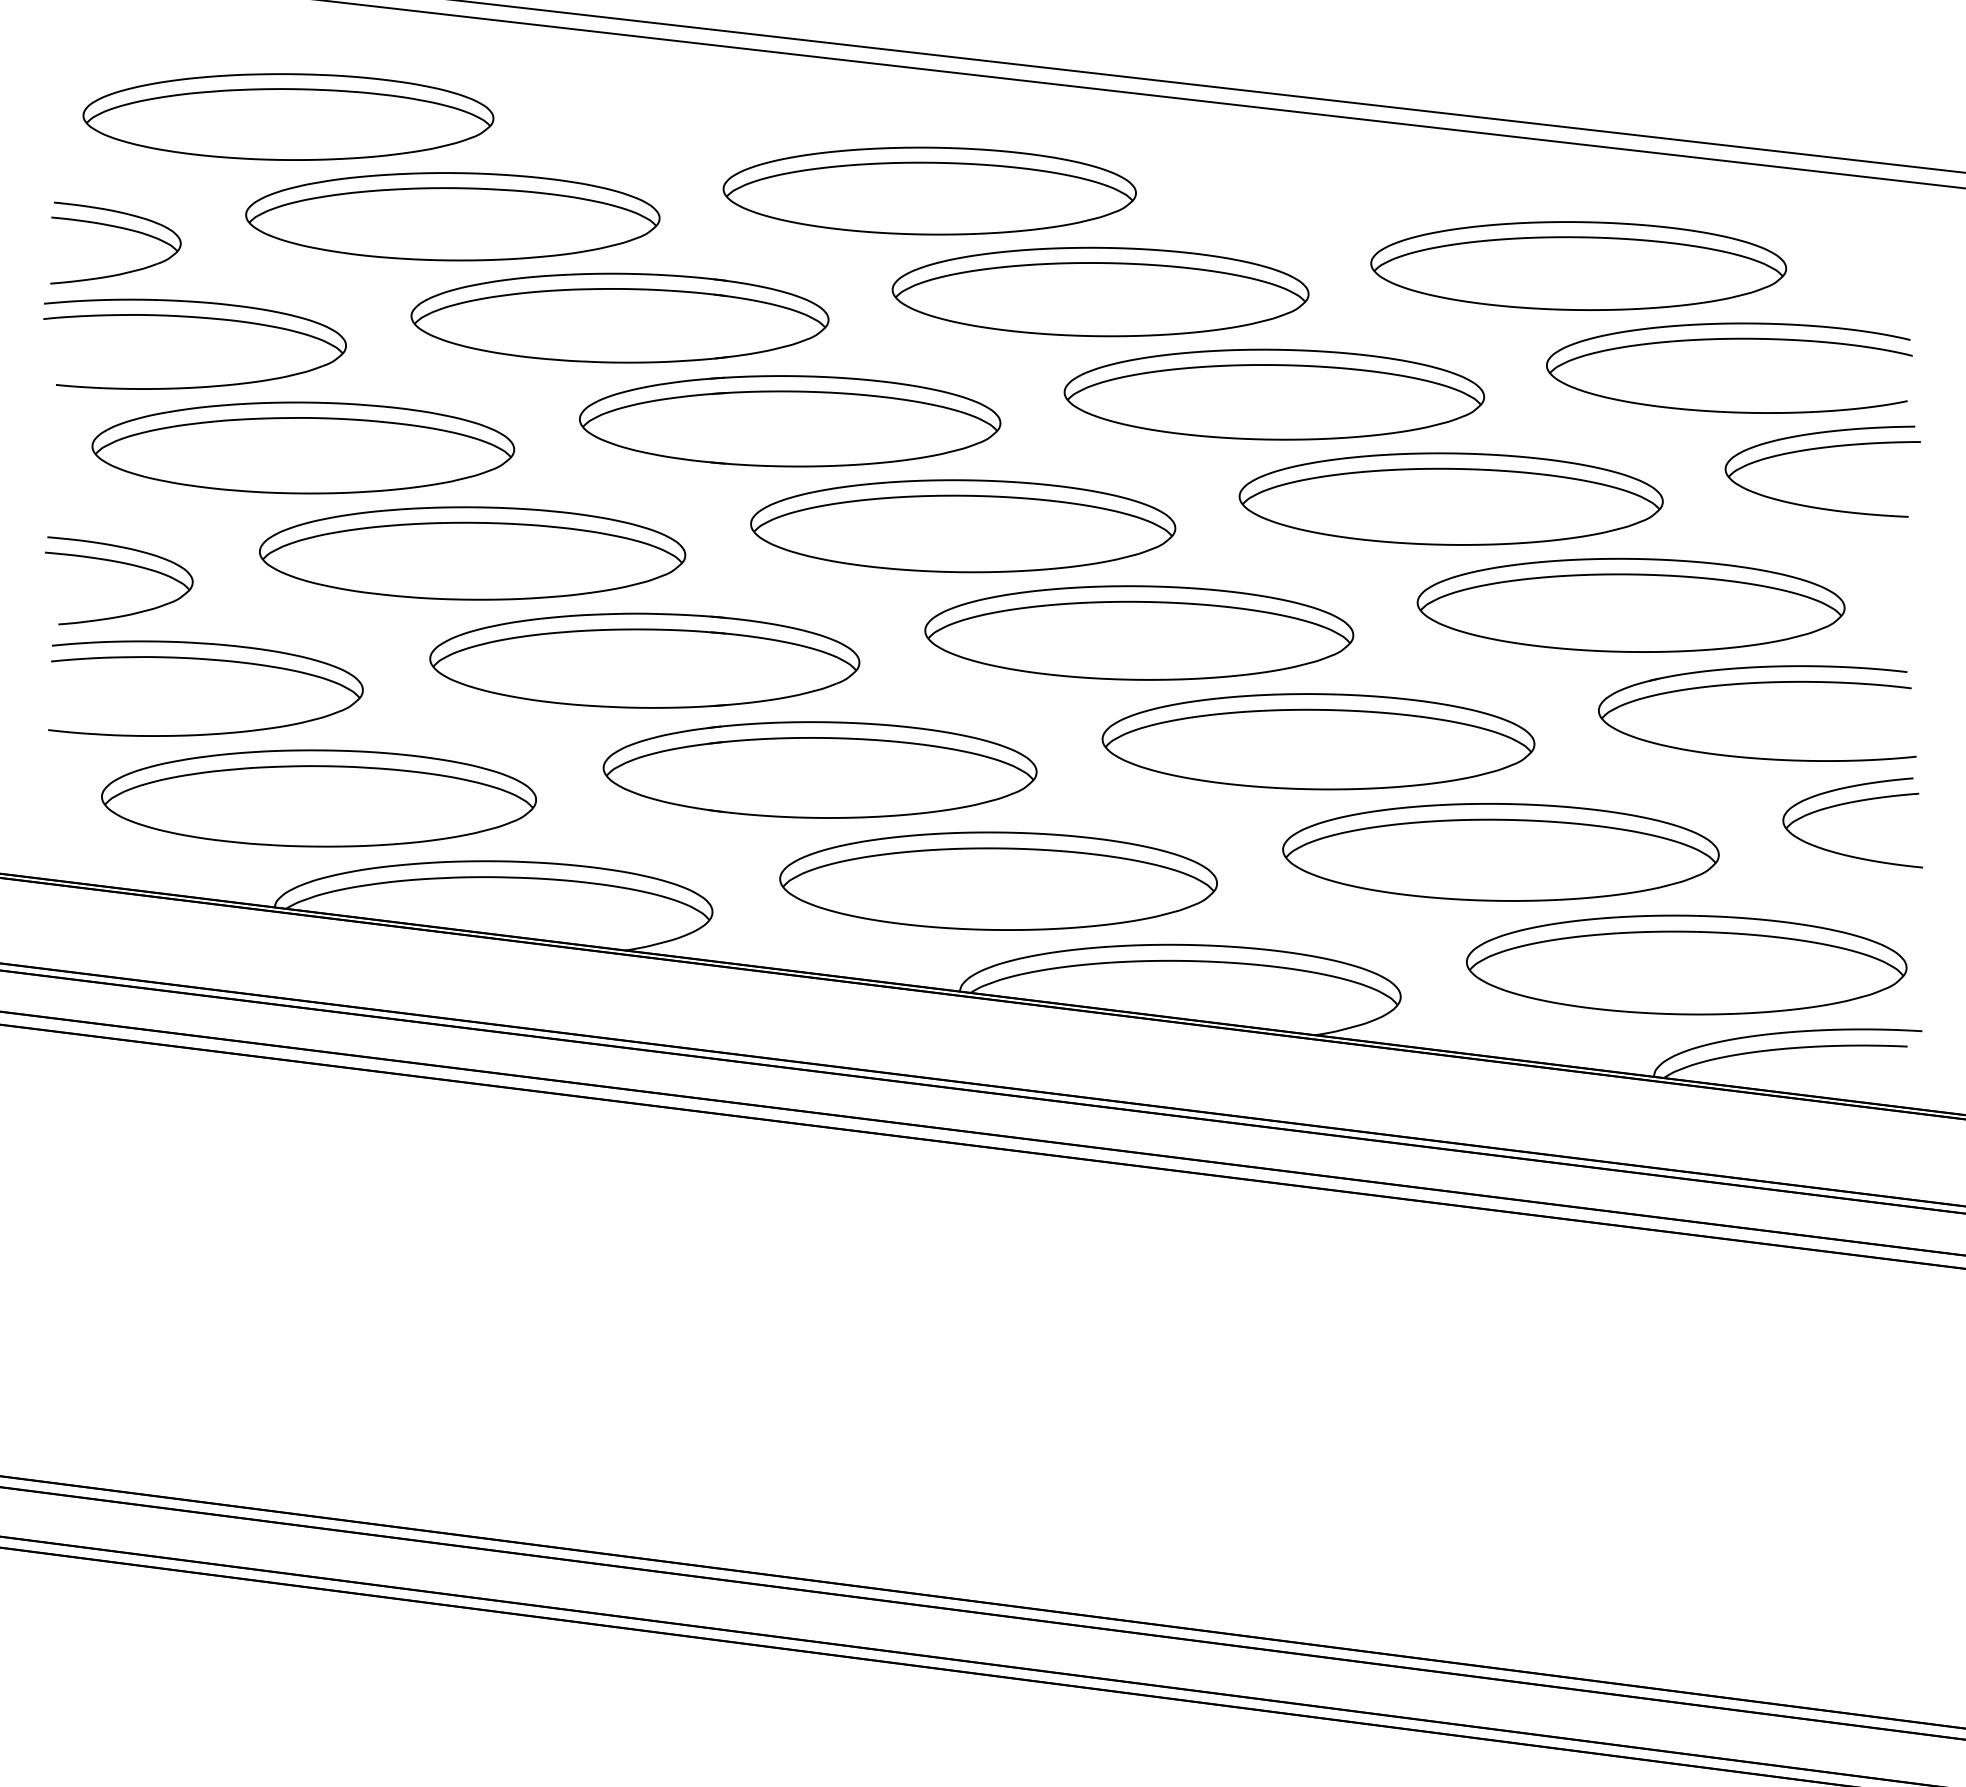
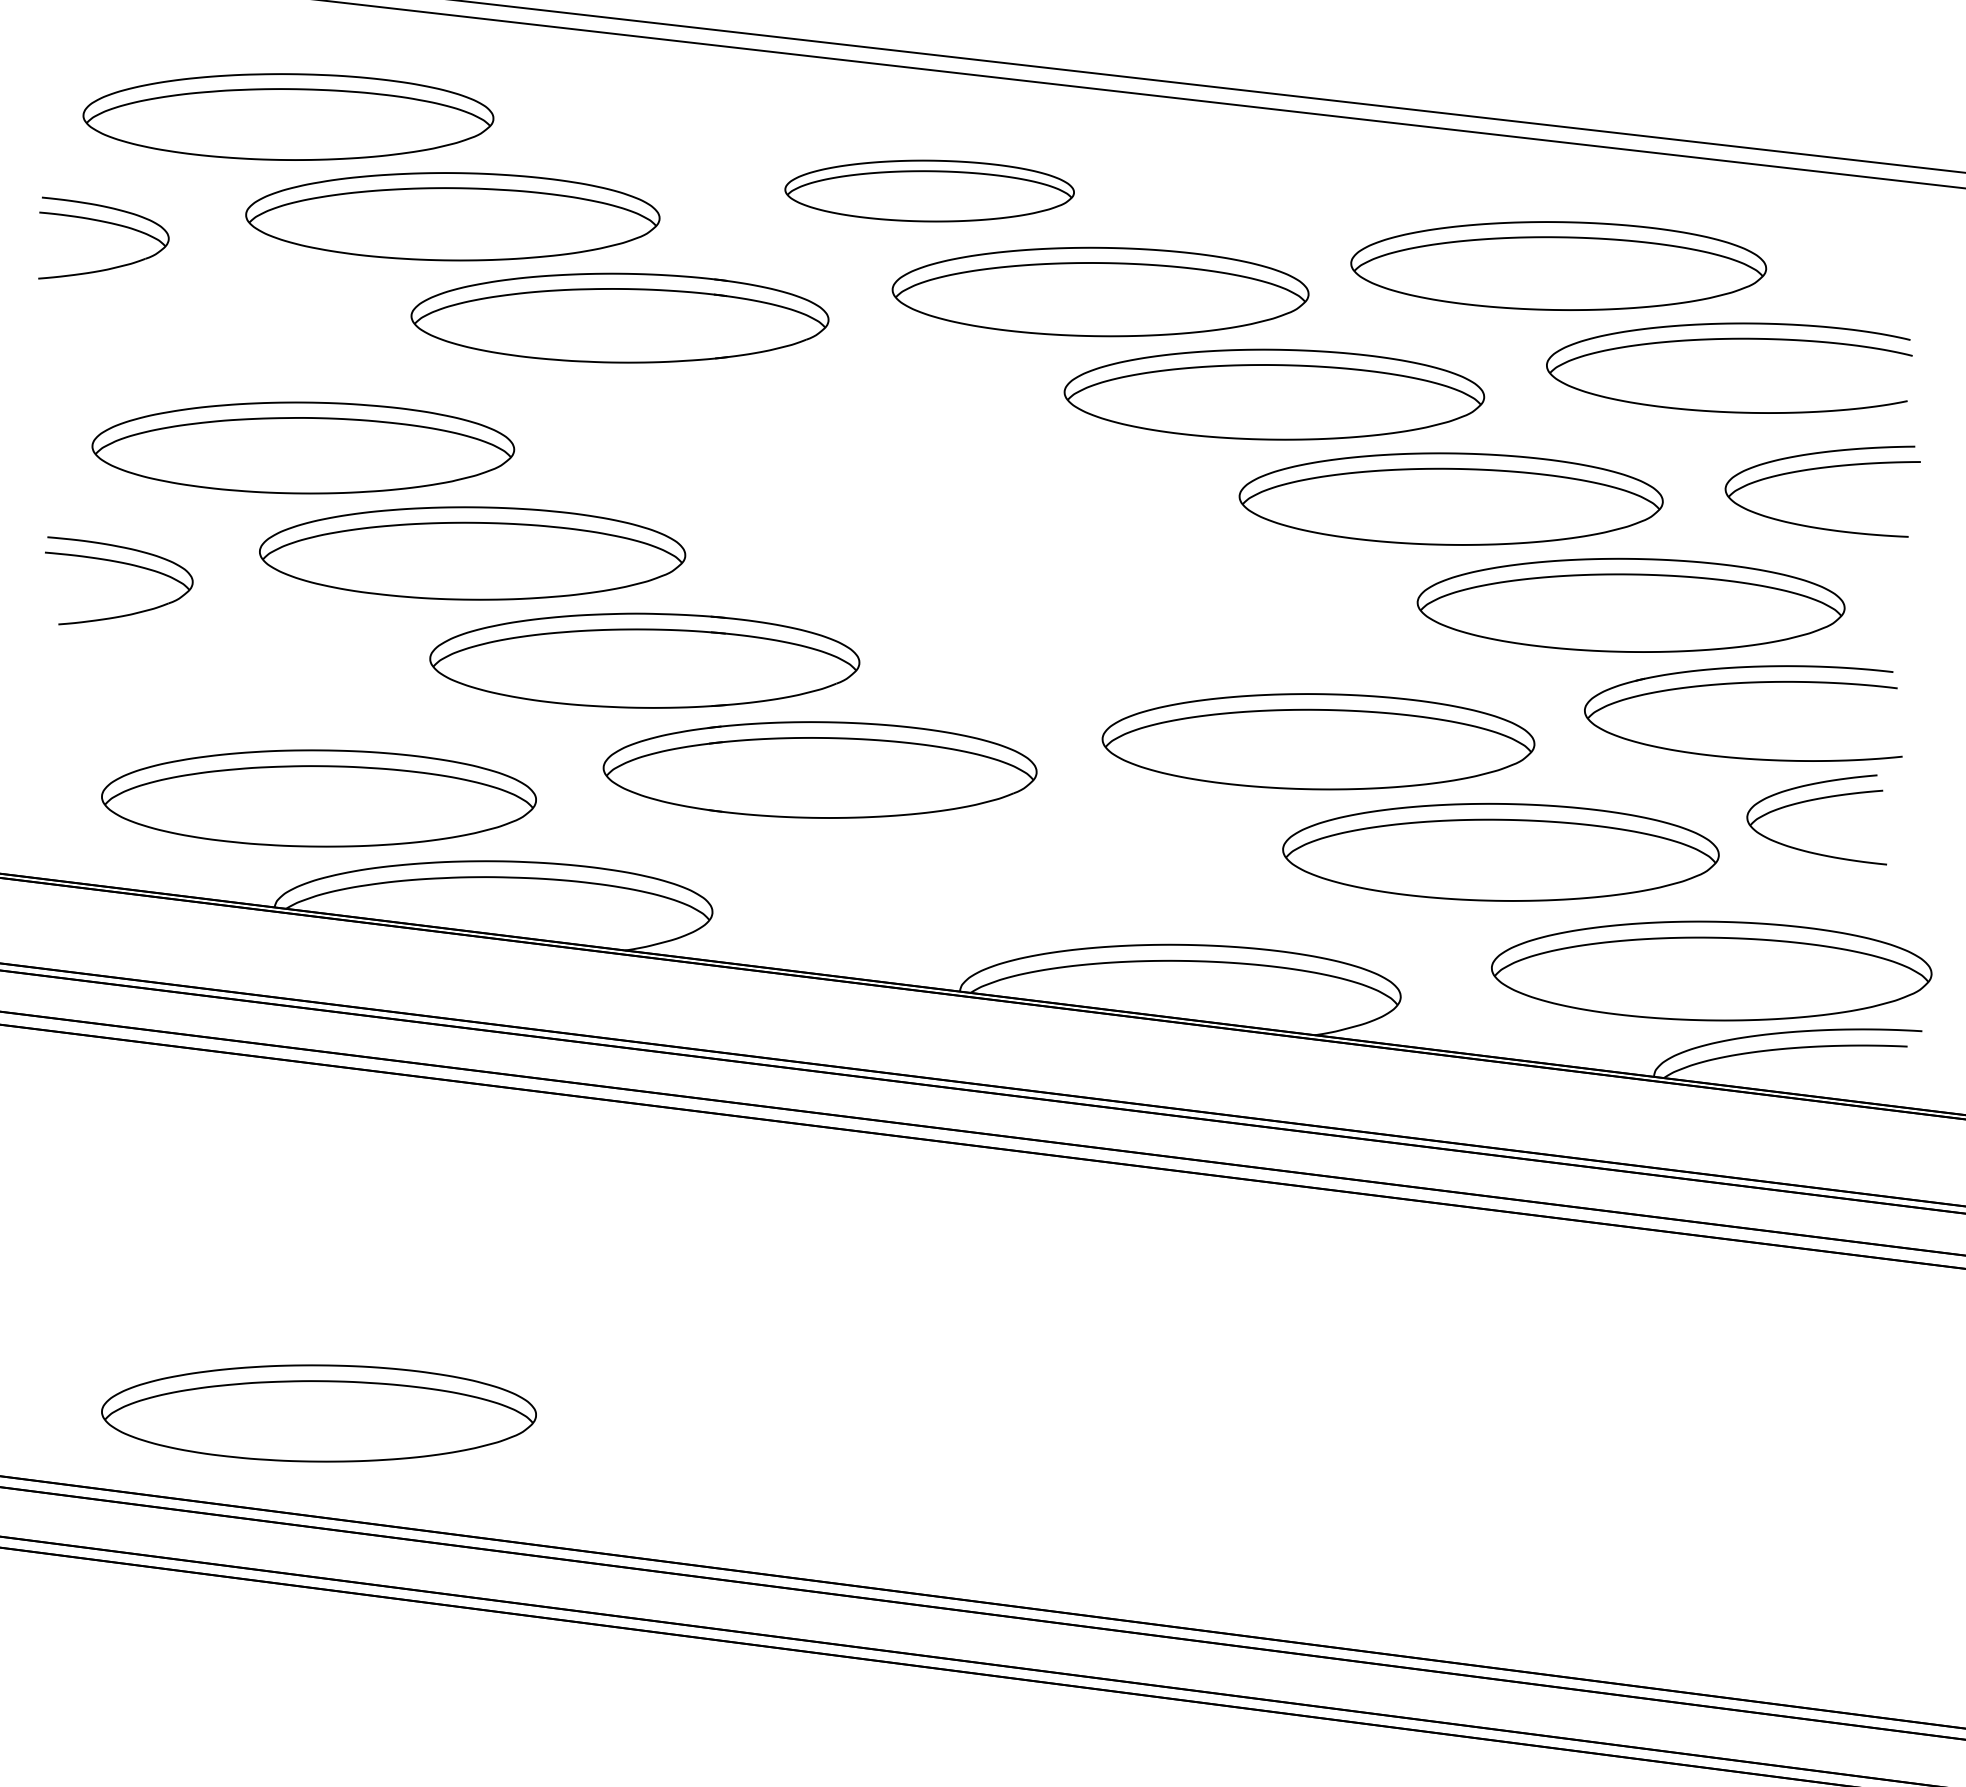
part at (929, 190) size: 415x90 px -> 291x64 px
part at (118, 228) position: (118, 228) -> (106, 223)
part at (1578, 265) position: (1578, 265) -> (1558, 265)
part at (194, 318): present -> none
part at (790, 421): present -> none
part at (1818, 449) position: (1818, 449) -> (1818, 469)
part at (963, 526): present -> none
part at (1139, 632): present -> none
part at (205, 660): present -> none
part at (1750, 684) position: (1750, 684) -> (1736, 684)
part at (1846, 804) position: (1846, 804) -> (1810, 801)
part at (998, 880): present -> none
part at (1686, 964) position: (1686, 964) -> (1711, 970)
part at (318, 1413): none -> present
